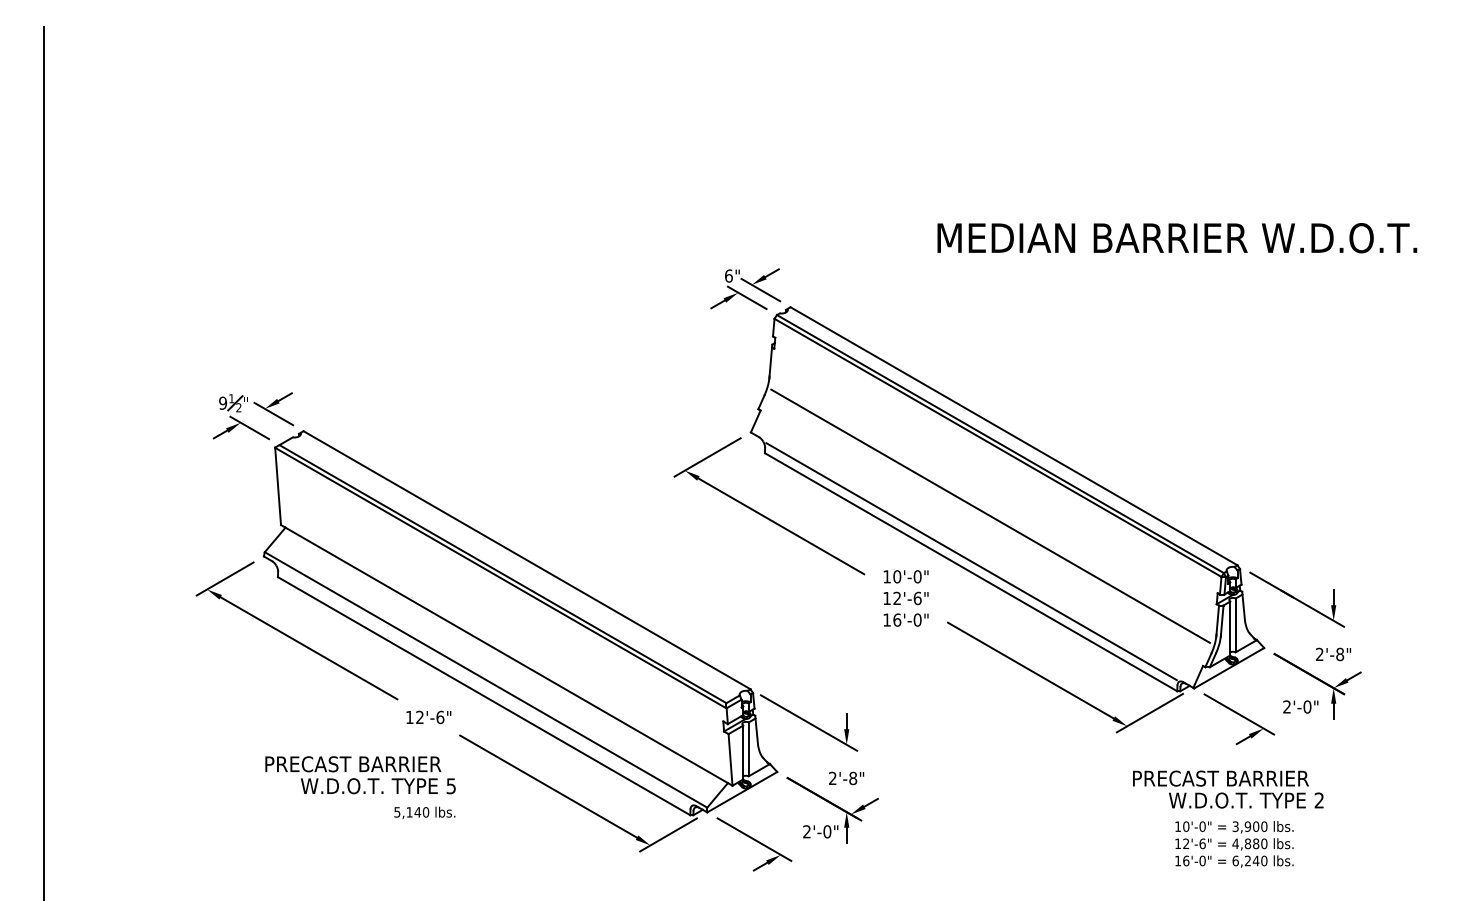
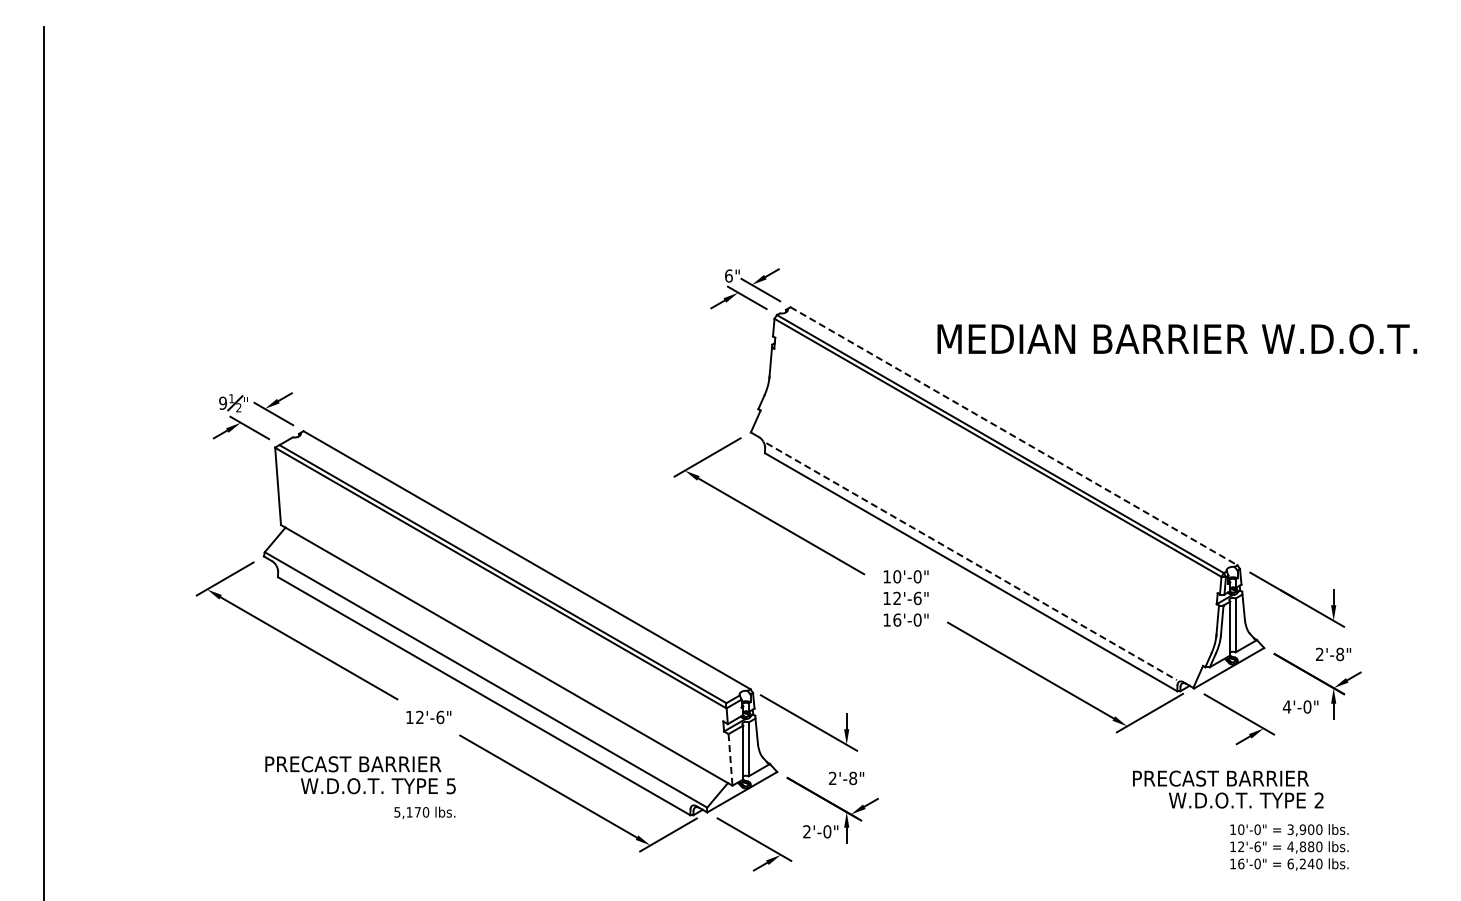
text at (1177, 238) position: (1177, 238) -> (1177, 339)
line at (1014, 436): solid -> dashed
line at (990, 515): present -> none
line at (971, 561): solid -> dashed
text at (1286, 706): 2'-0" -> 4'-0"
line at (730, 759): solid -> dashed
text at (417, 812): 5,140 -> 5,170
text at (1234, 844) position: (1234, 844) -> (1289, 847)
